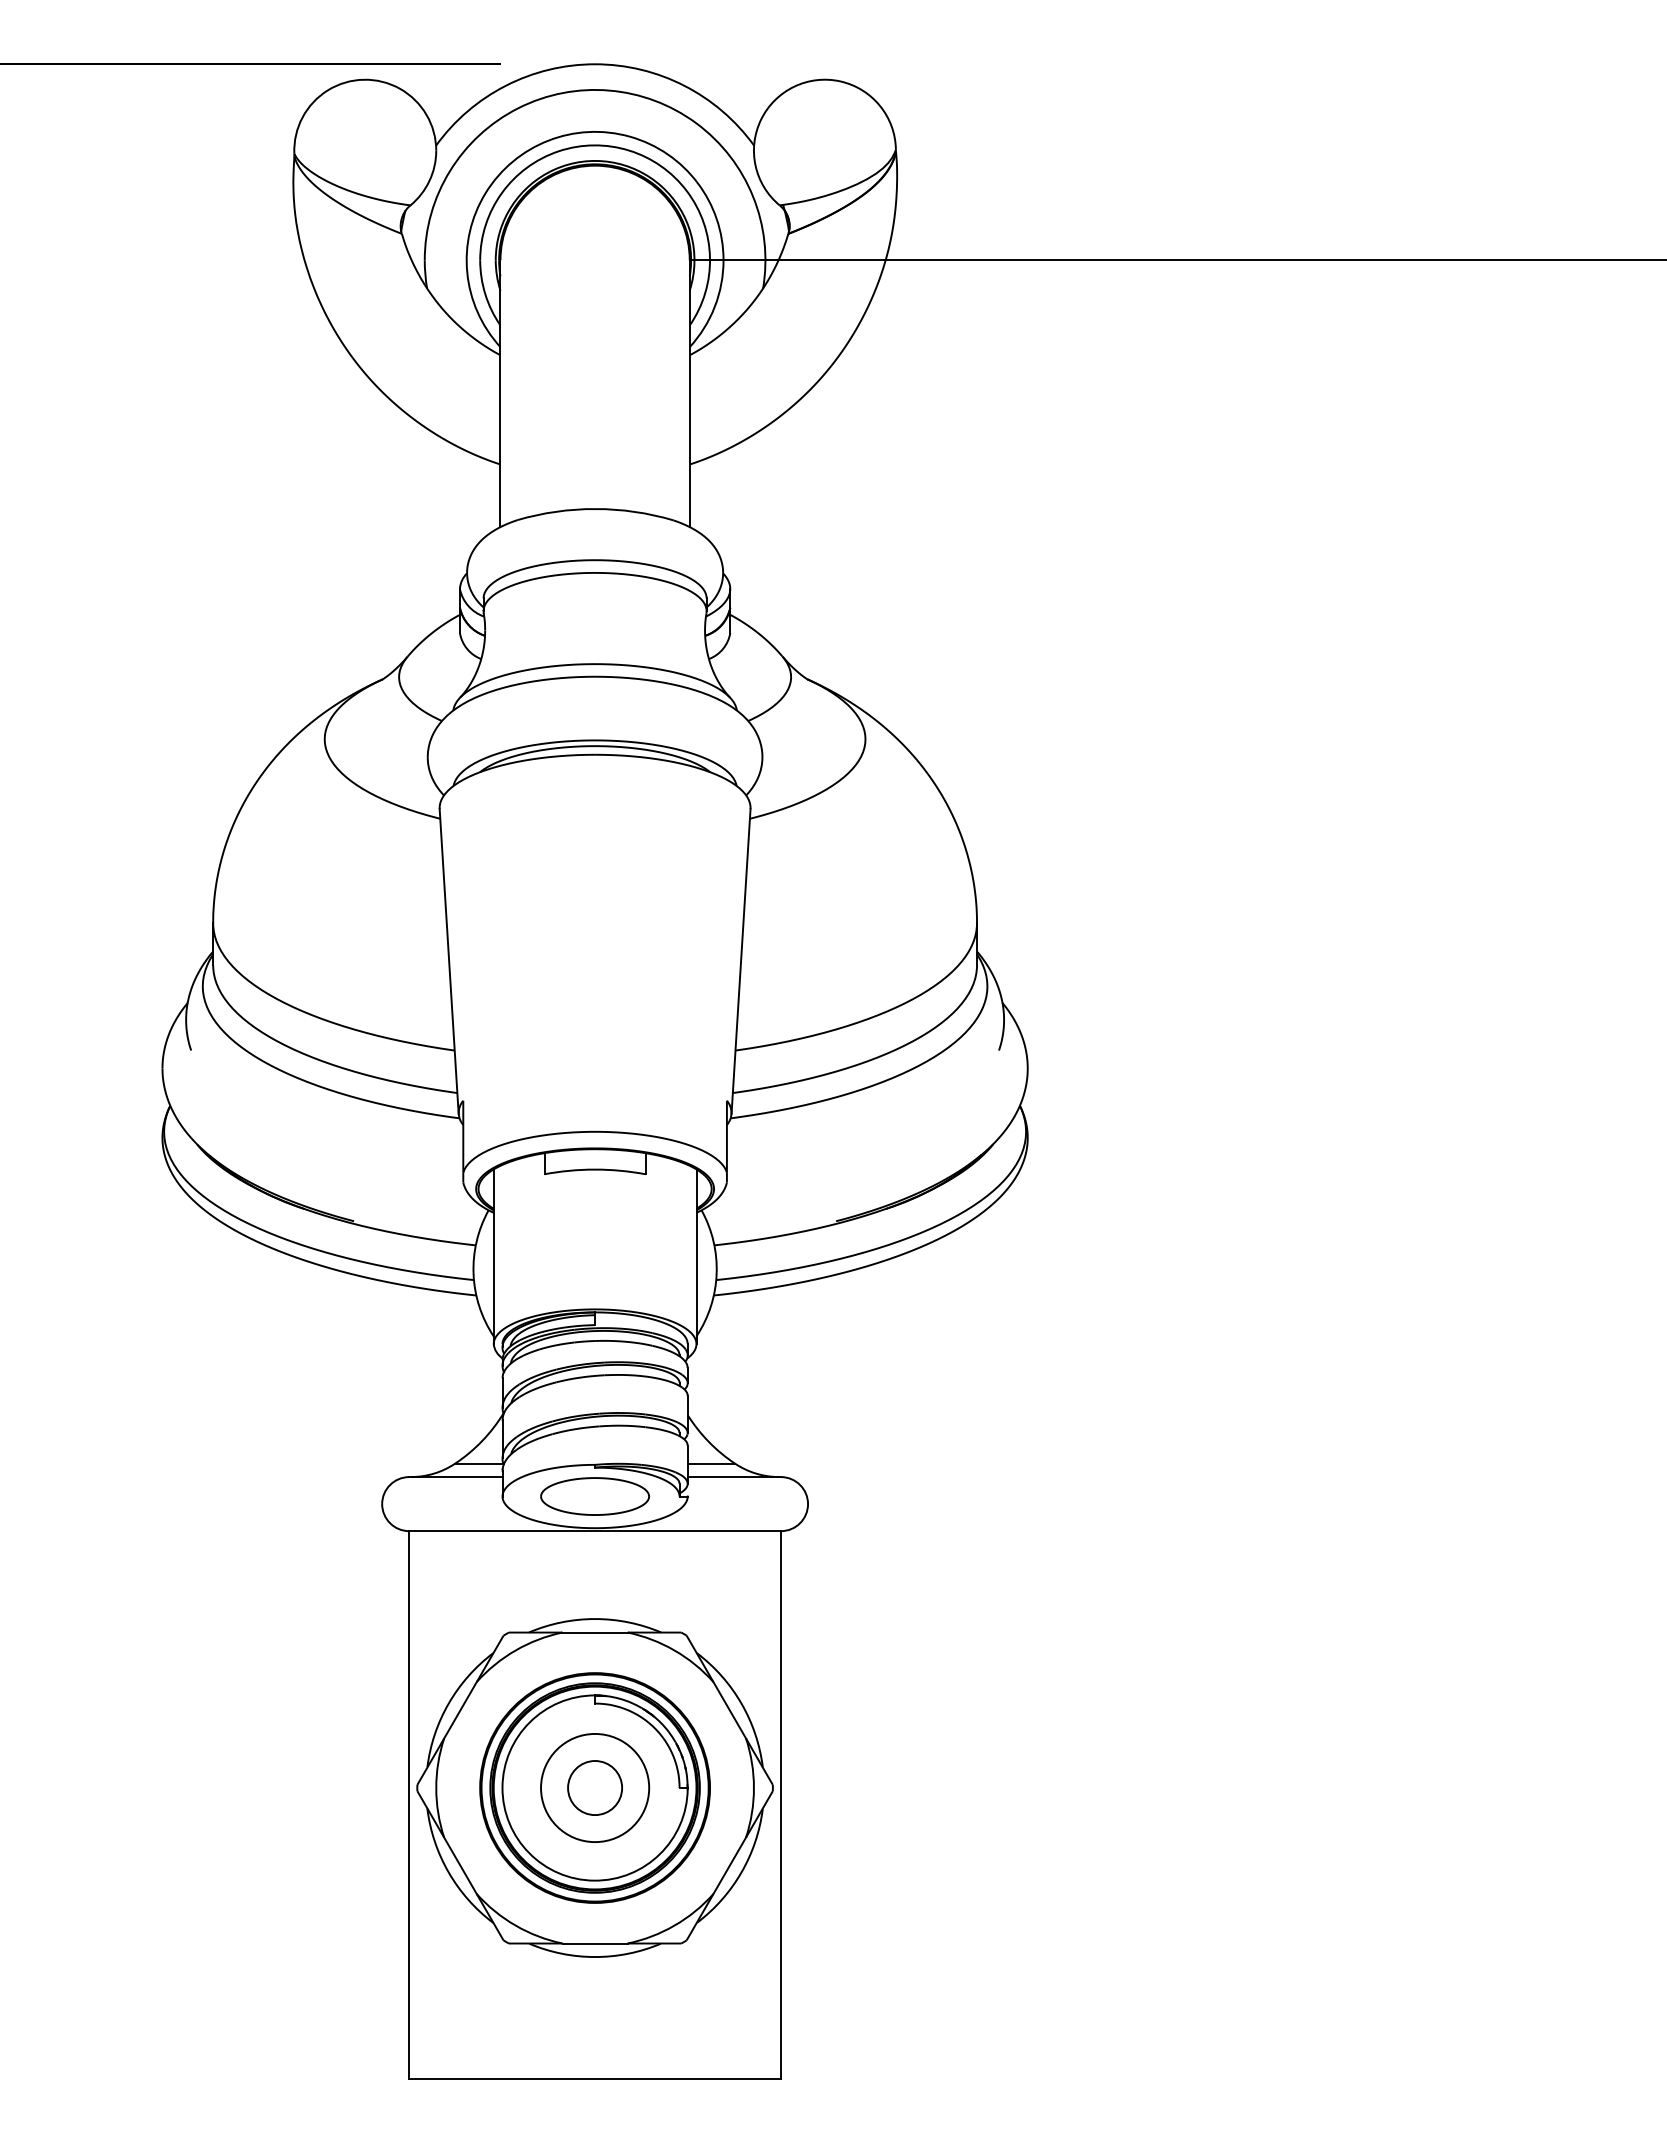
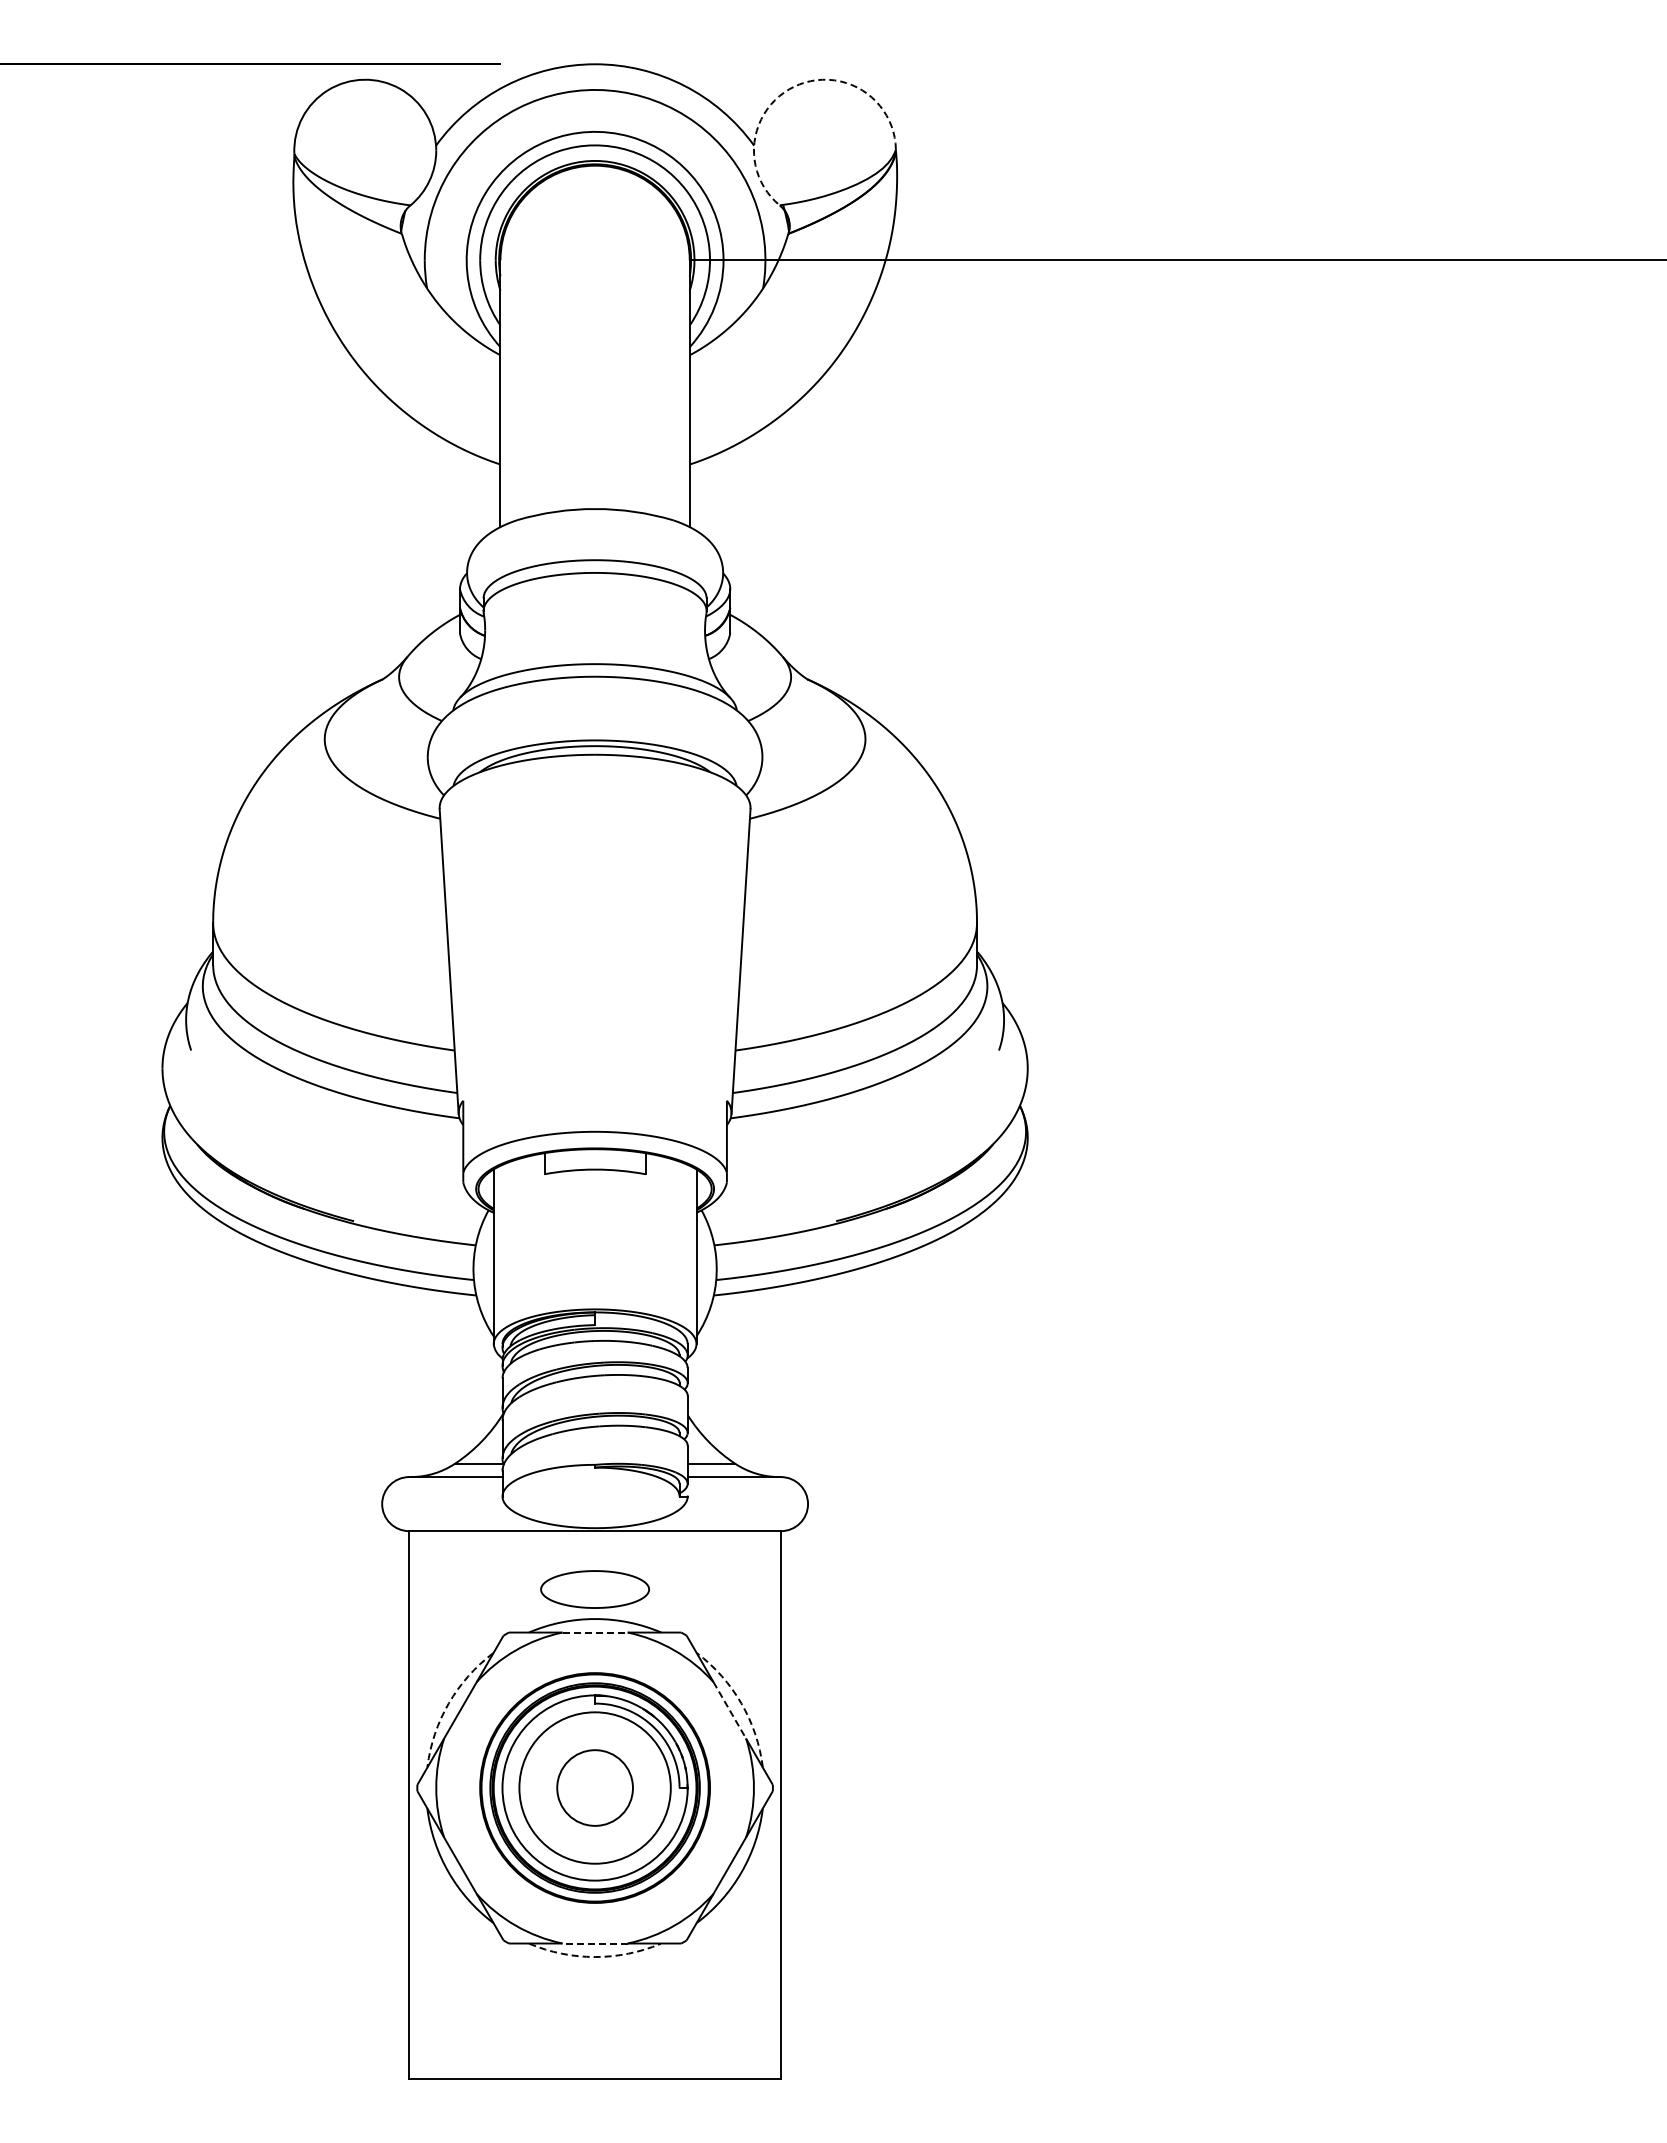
arc at (794, 86): solid -> dashed
part at (595, 1496) position: (595, 1496) -> (595, 1589)
line at (595, 1632): solid -> dashed
arc at (448, 1703): solid -> dashed
arc at (741, 1703): solid -> dashed
line at (729, 1710): solid -> dashed
circle at (595, 1787) diameter: 108 px -> 151 px
circle at (595, 1788) diameter: 54 px -> 76 px
line at (595, 1943): solid -> dashed
arc at (595, 1957): solid -> dashed
